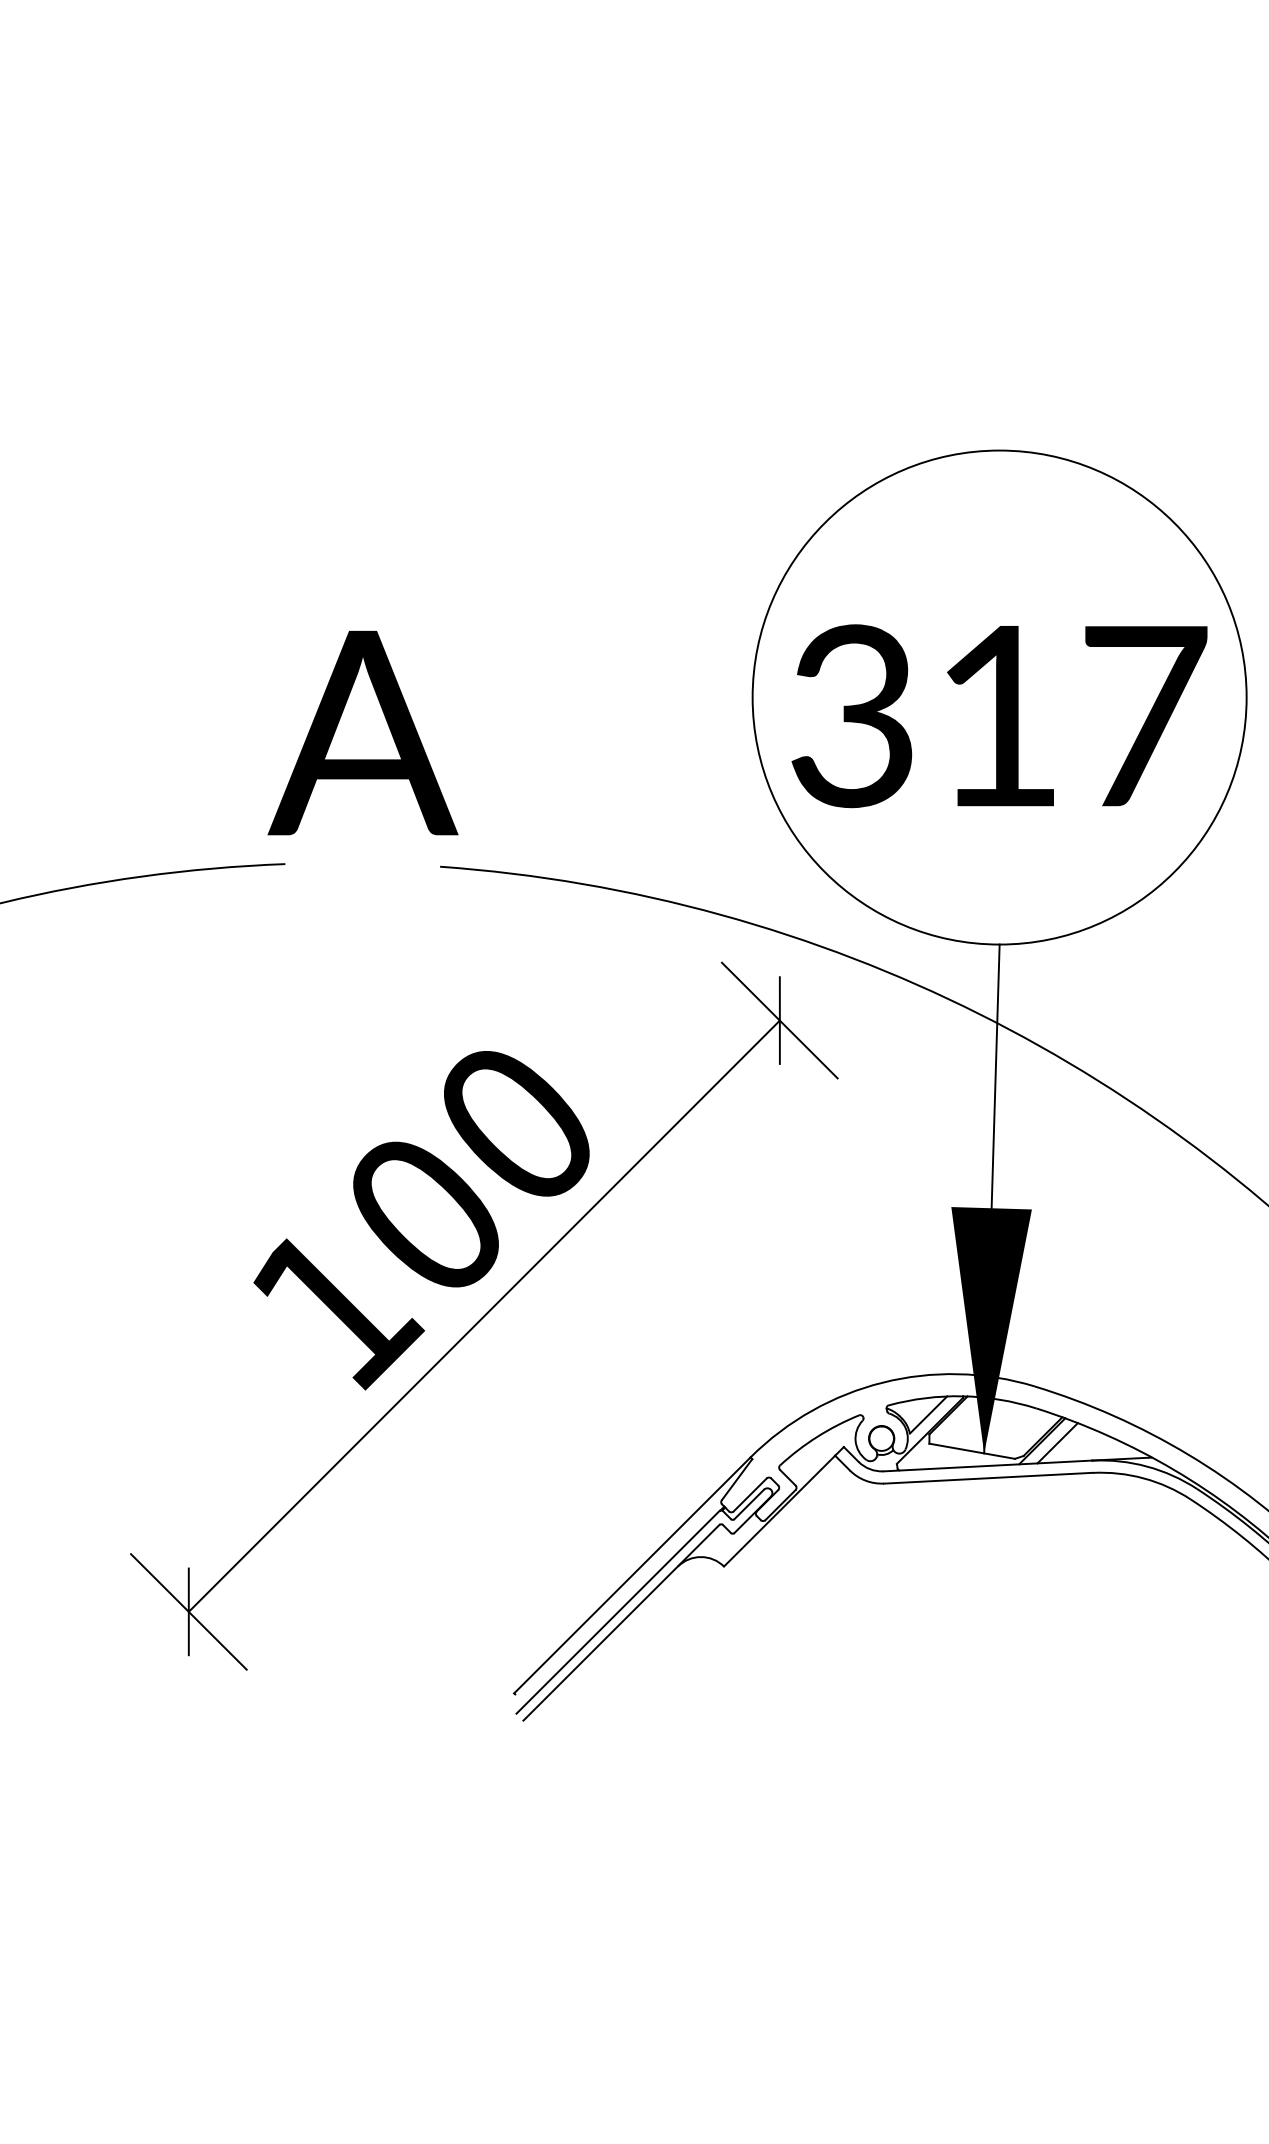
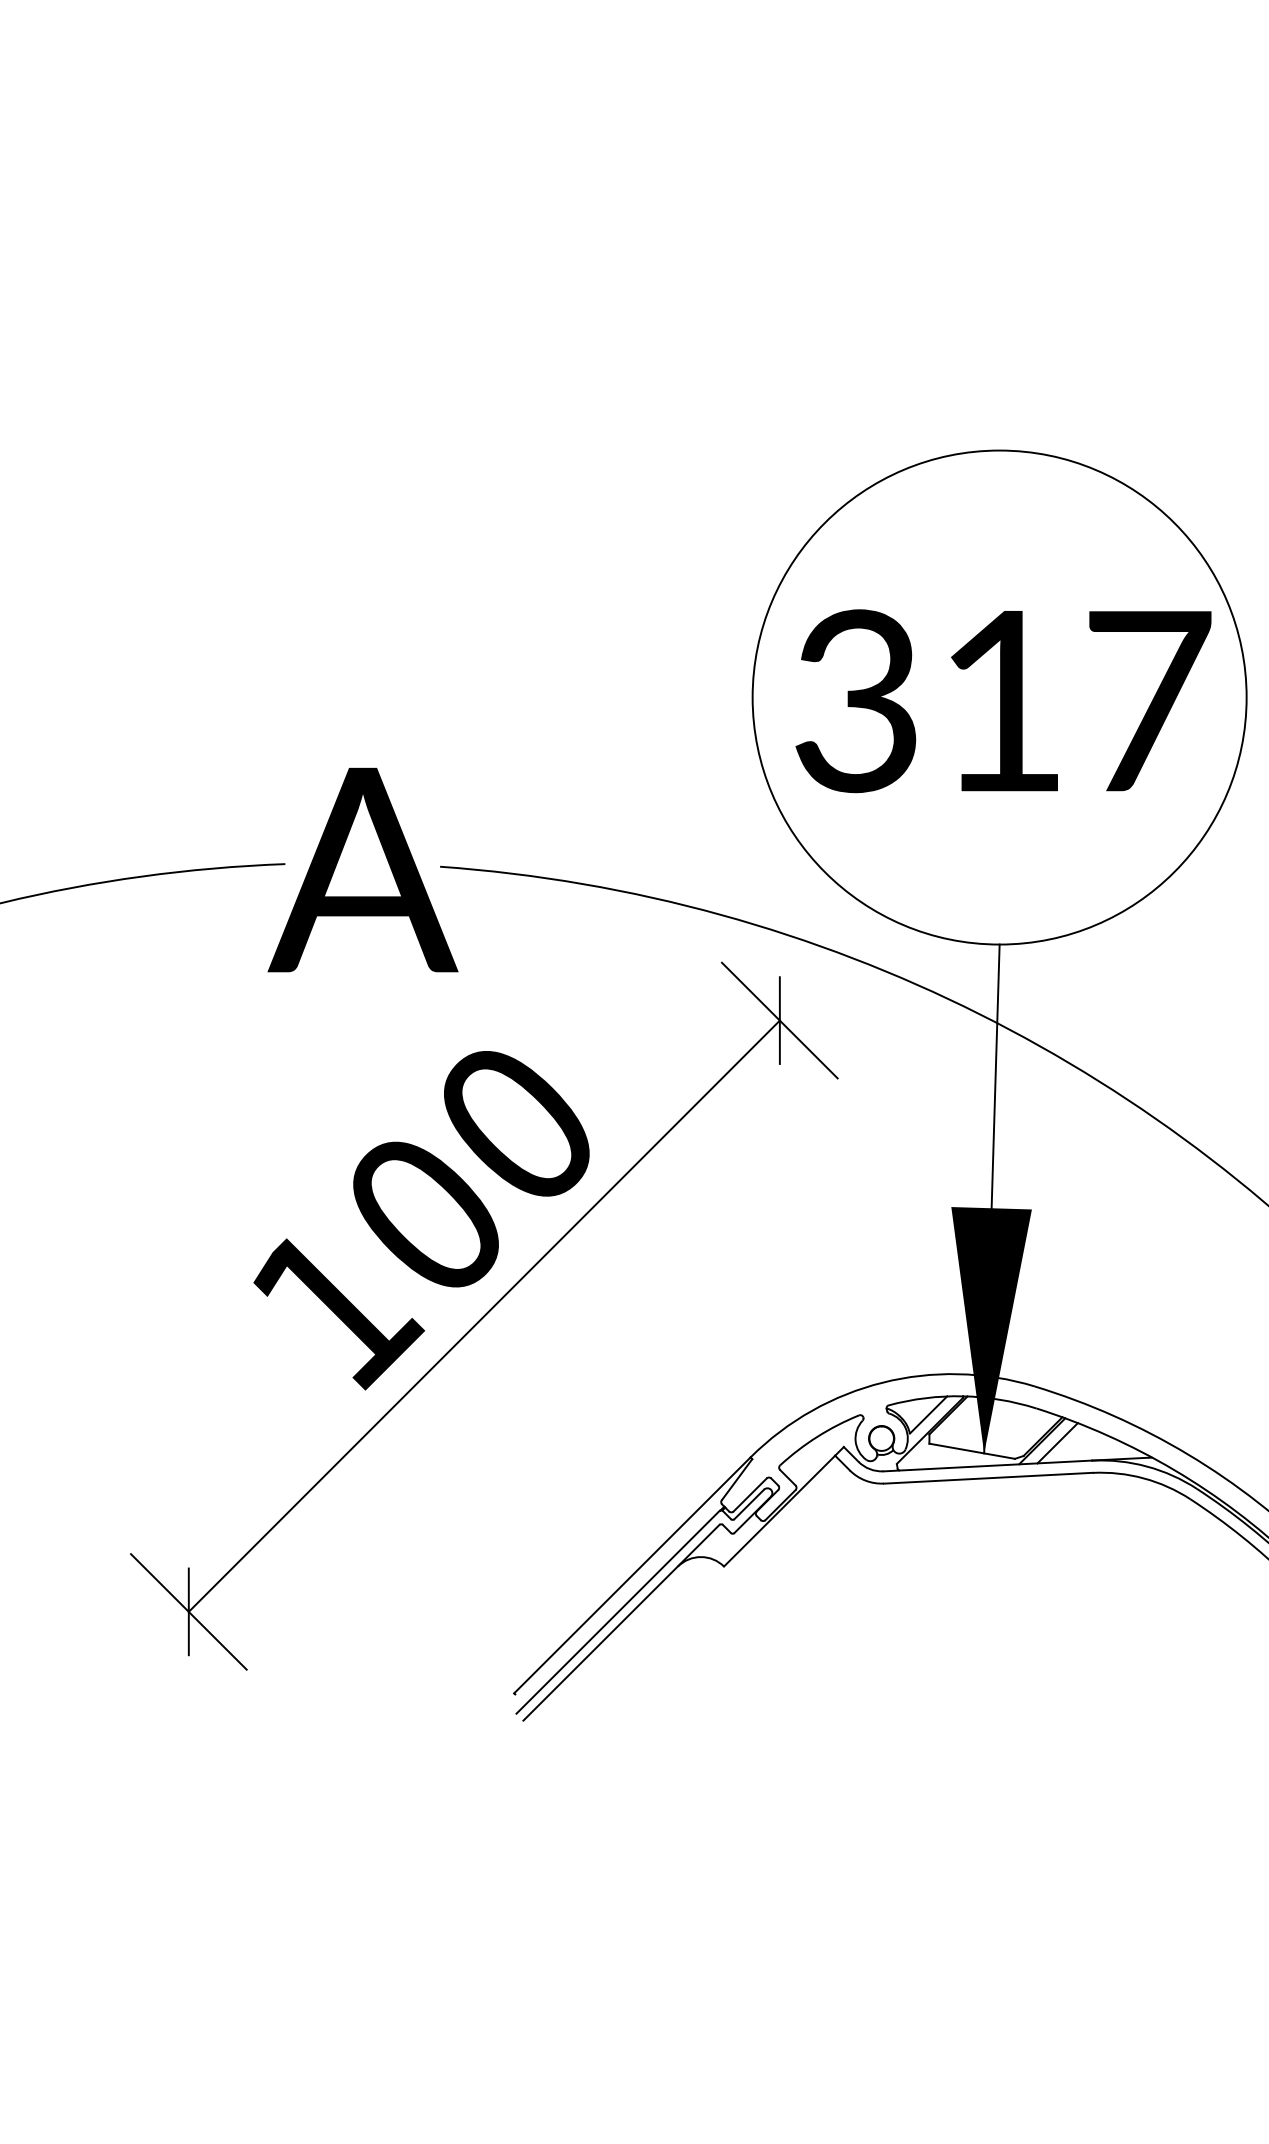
text at (999, 716) position: (999, 716) -> (1003, 701)
text at (362, 732) position: (362, 732) -> (362, 869)
